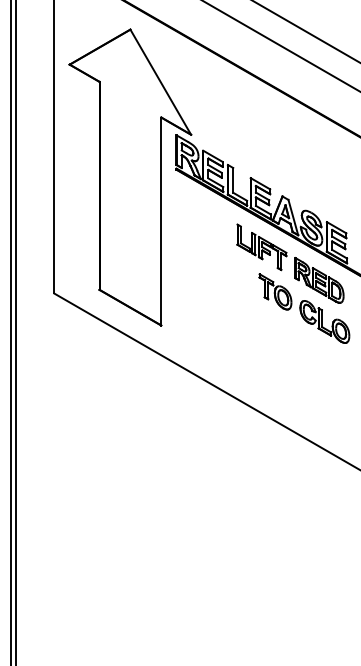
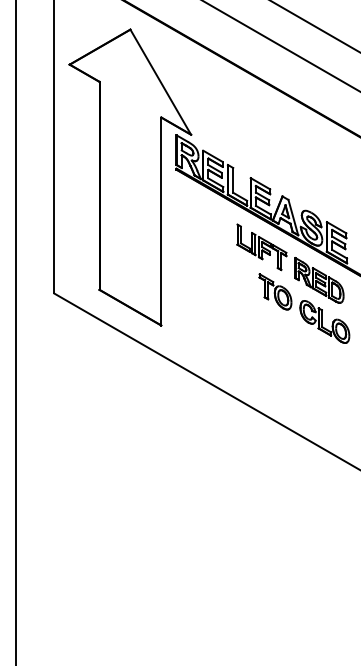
line at (306, 31) position: (306, 31) -> (315, 26)
line at (10, 332): present -> none
